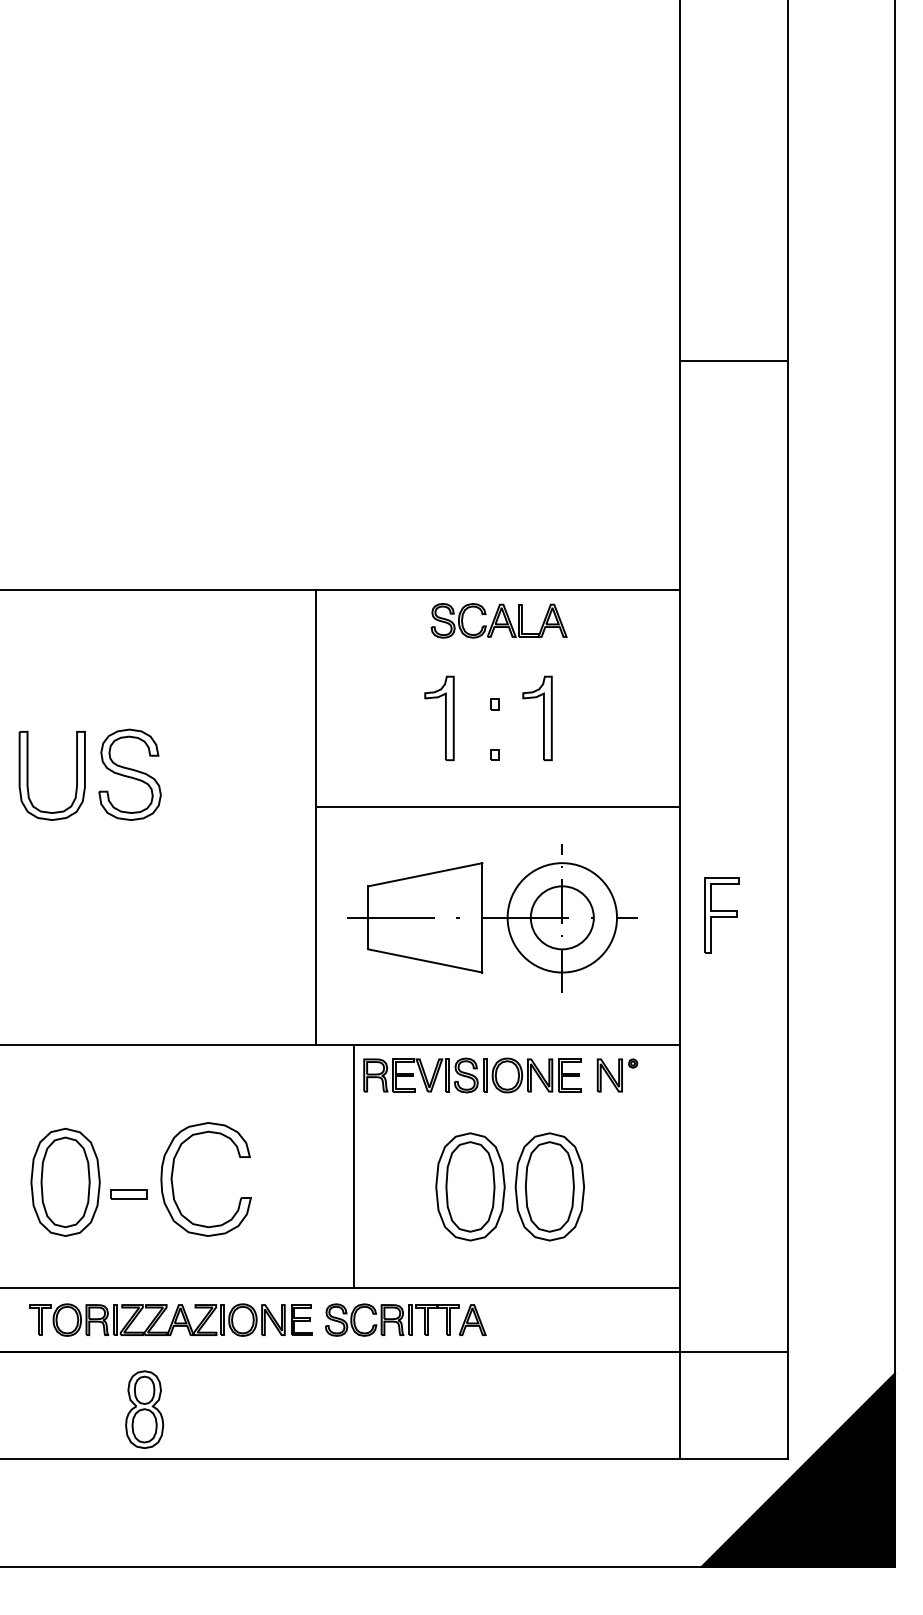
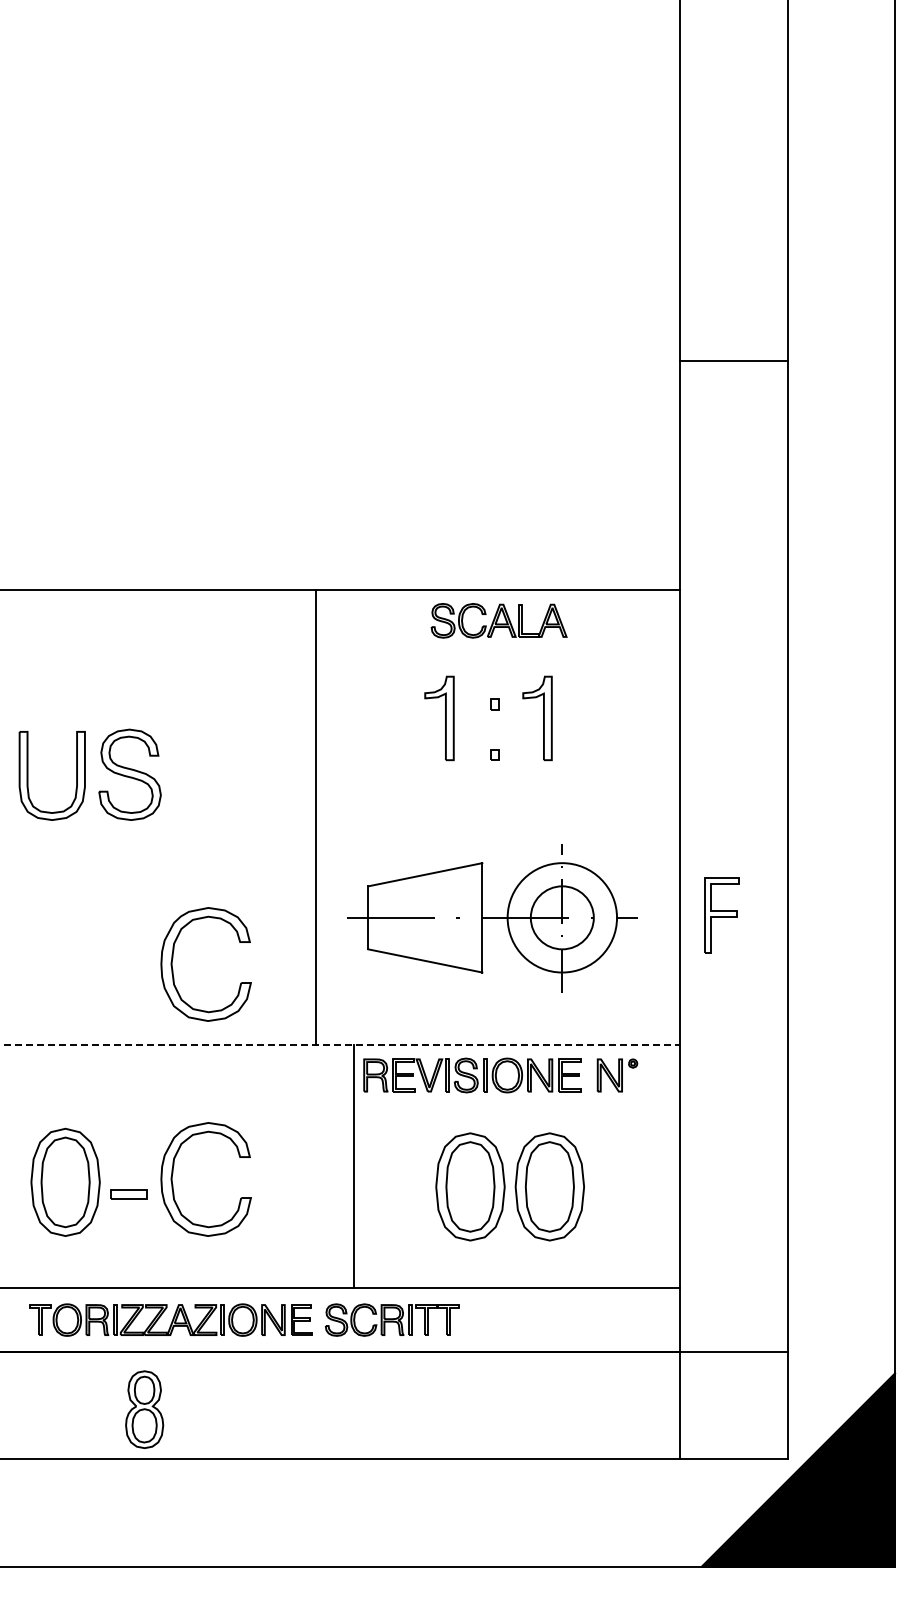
line at (497, 807): present -> none
part at (173, 969): none -> present
line at (340, 1044): solid -> dashed
part at (472, 1319): present -> none
